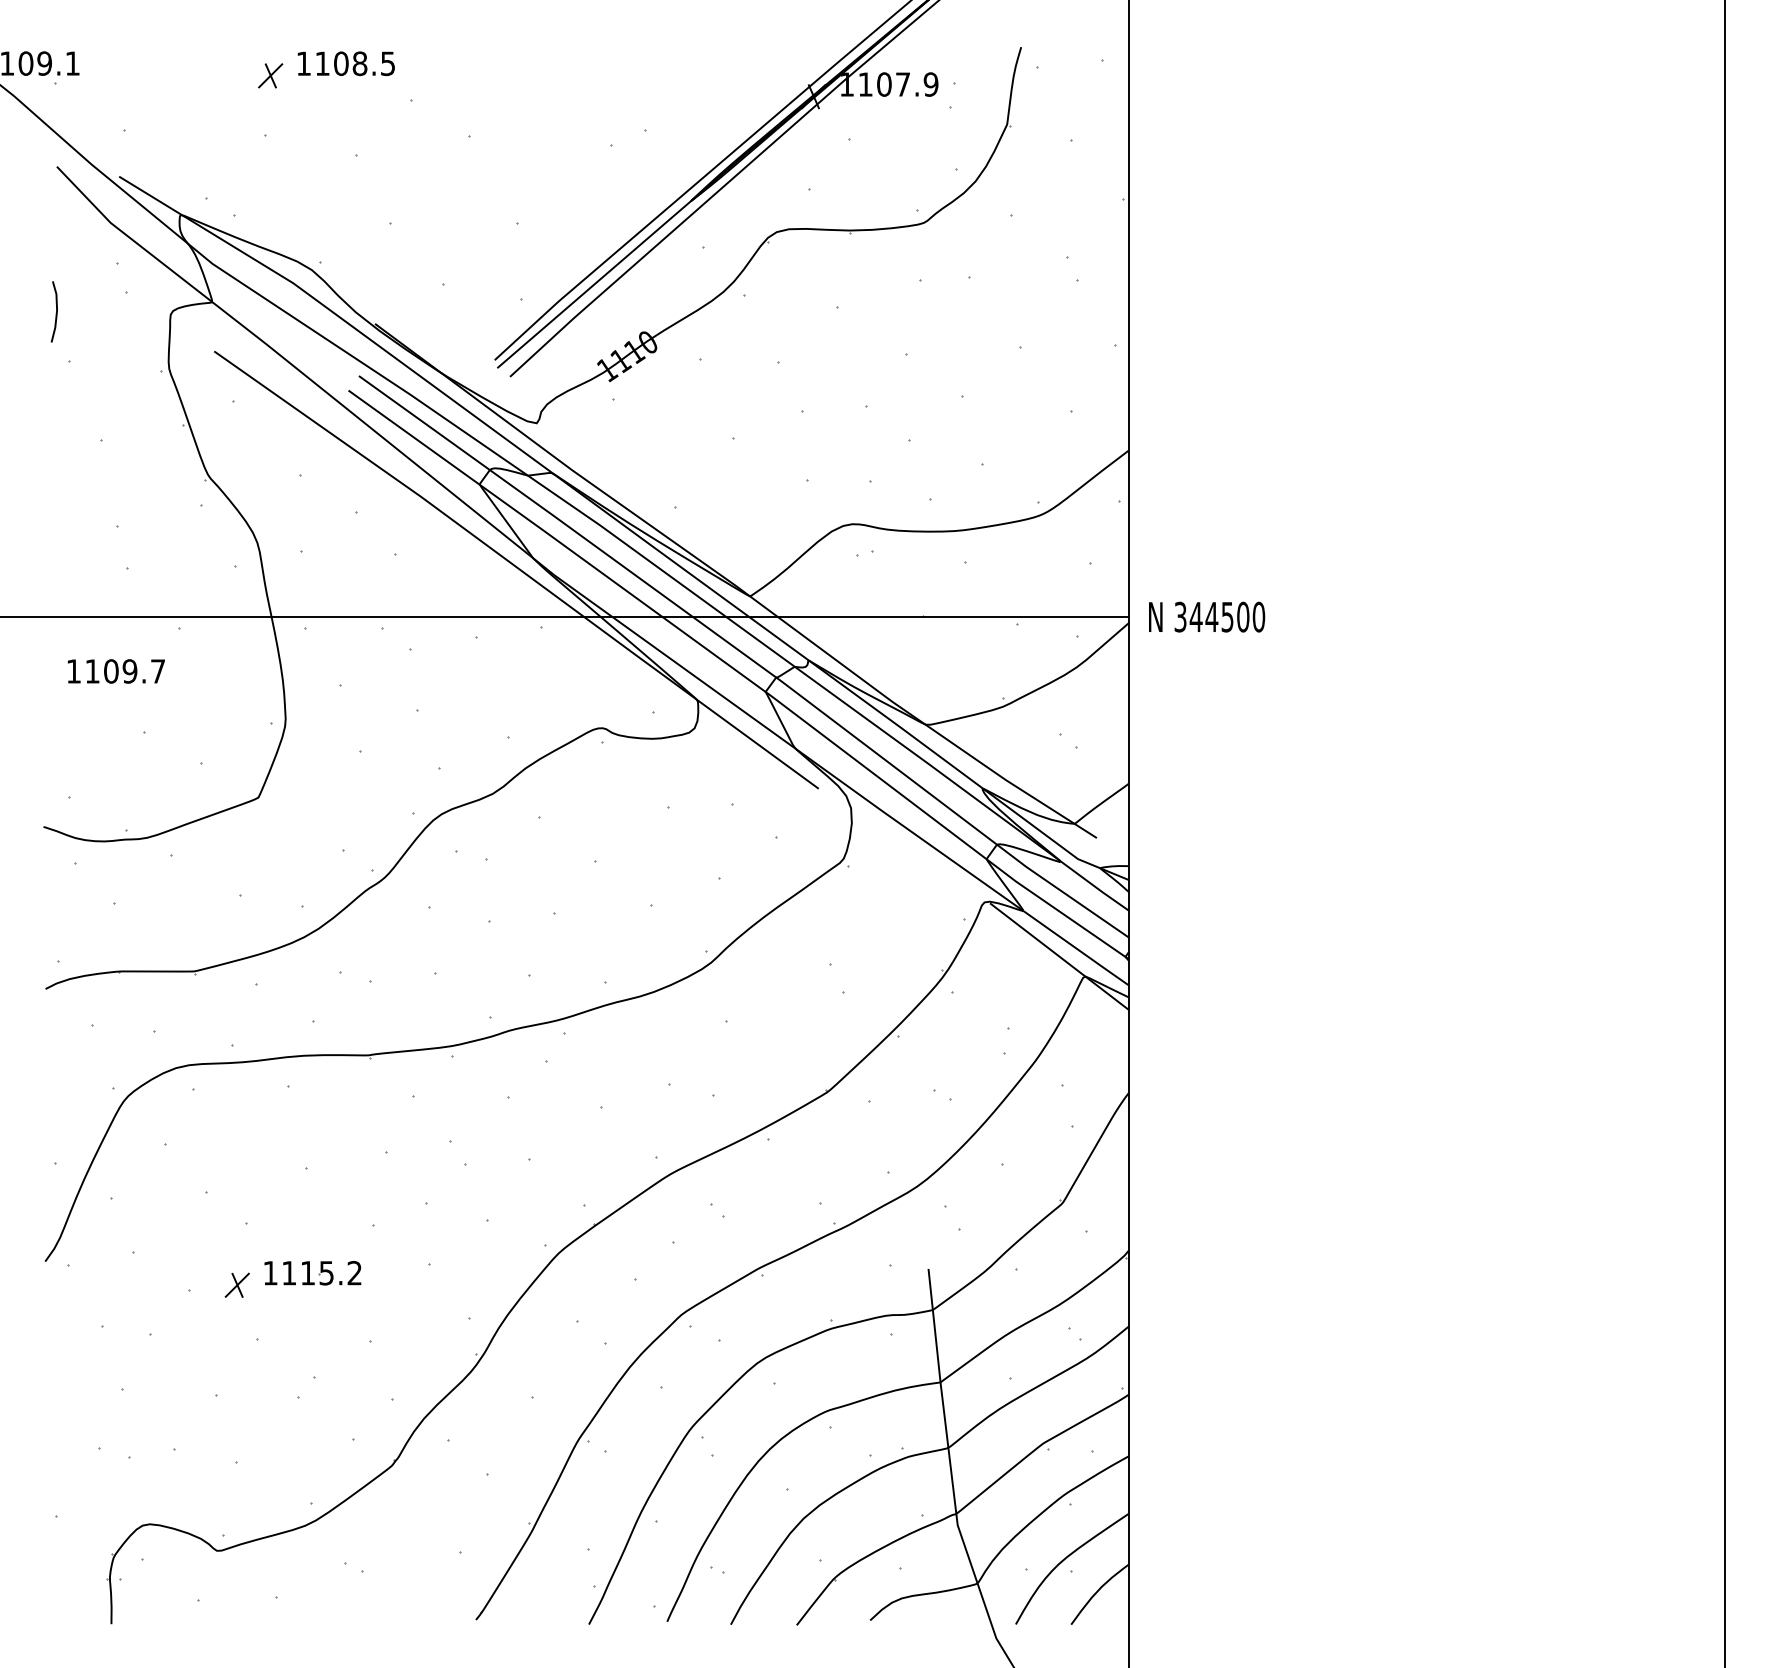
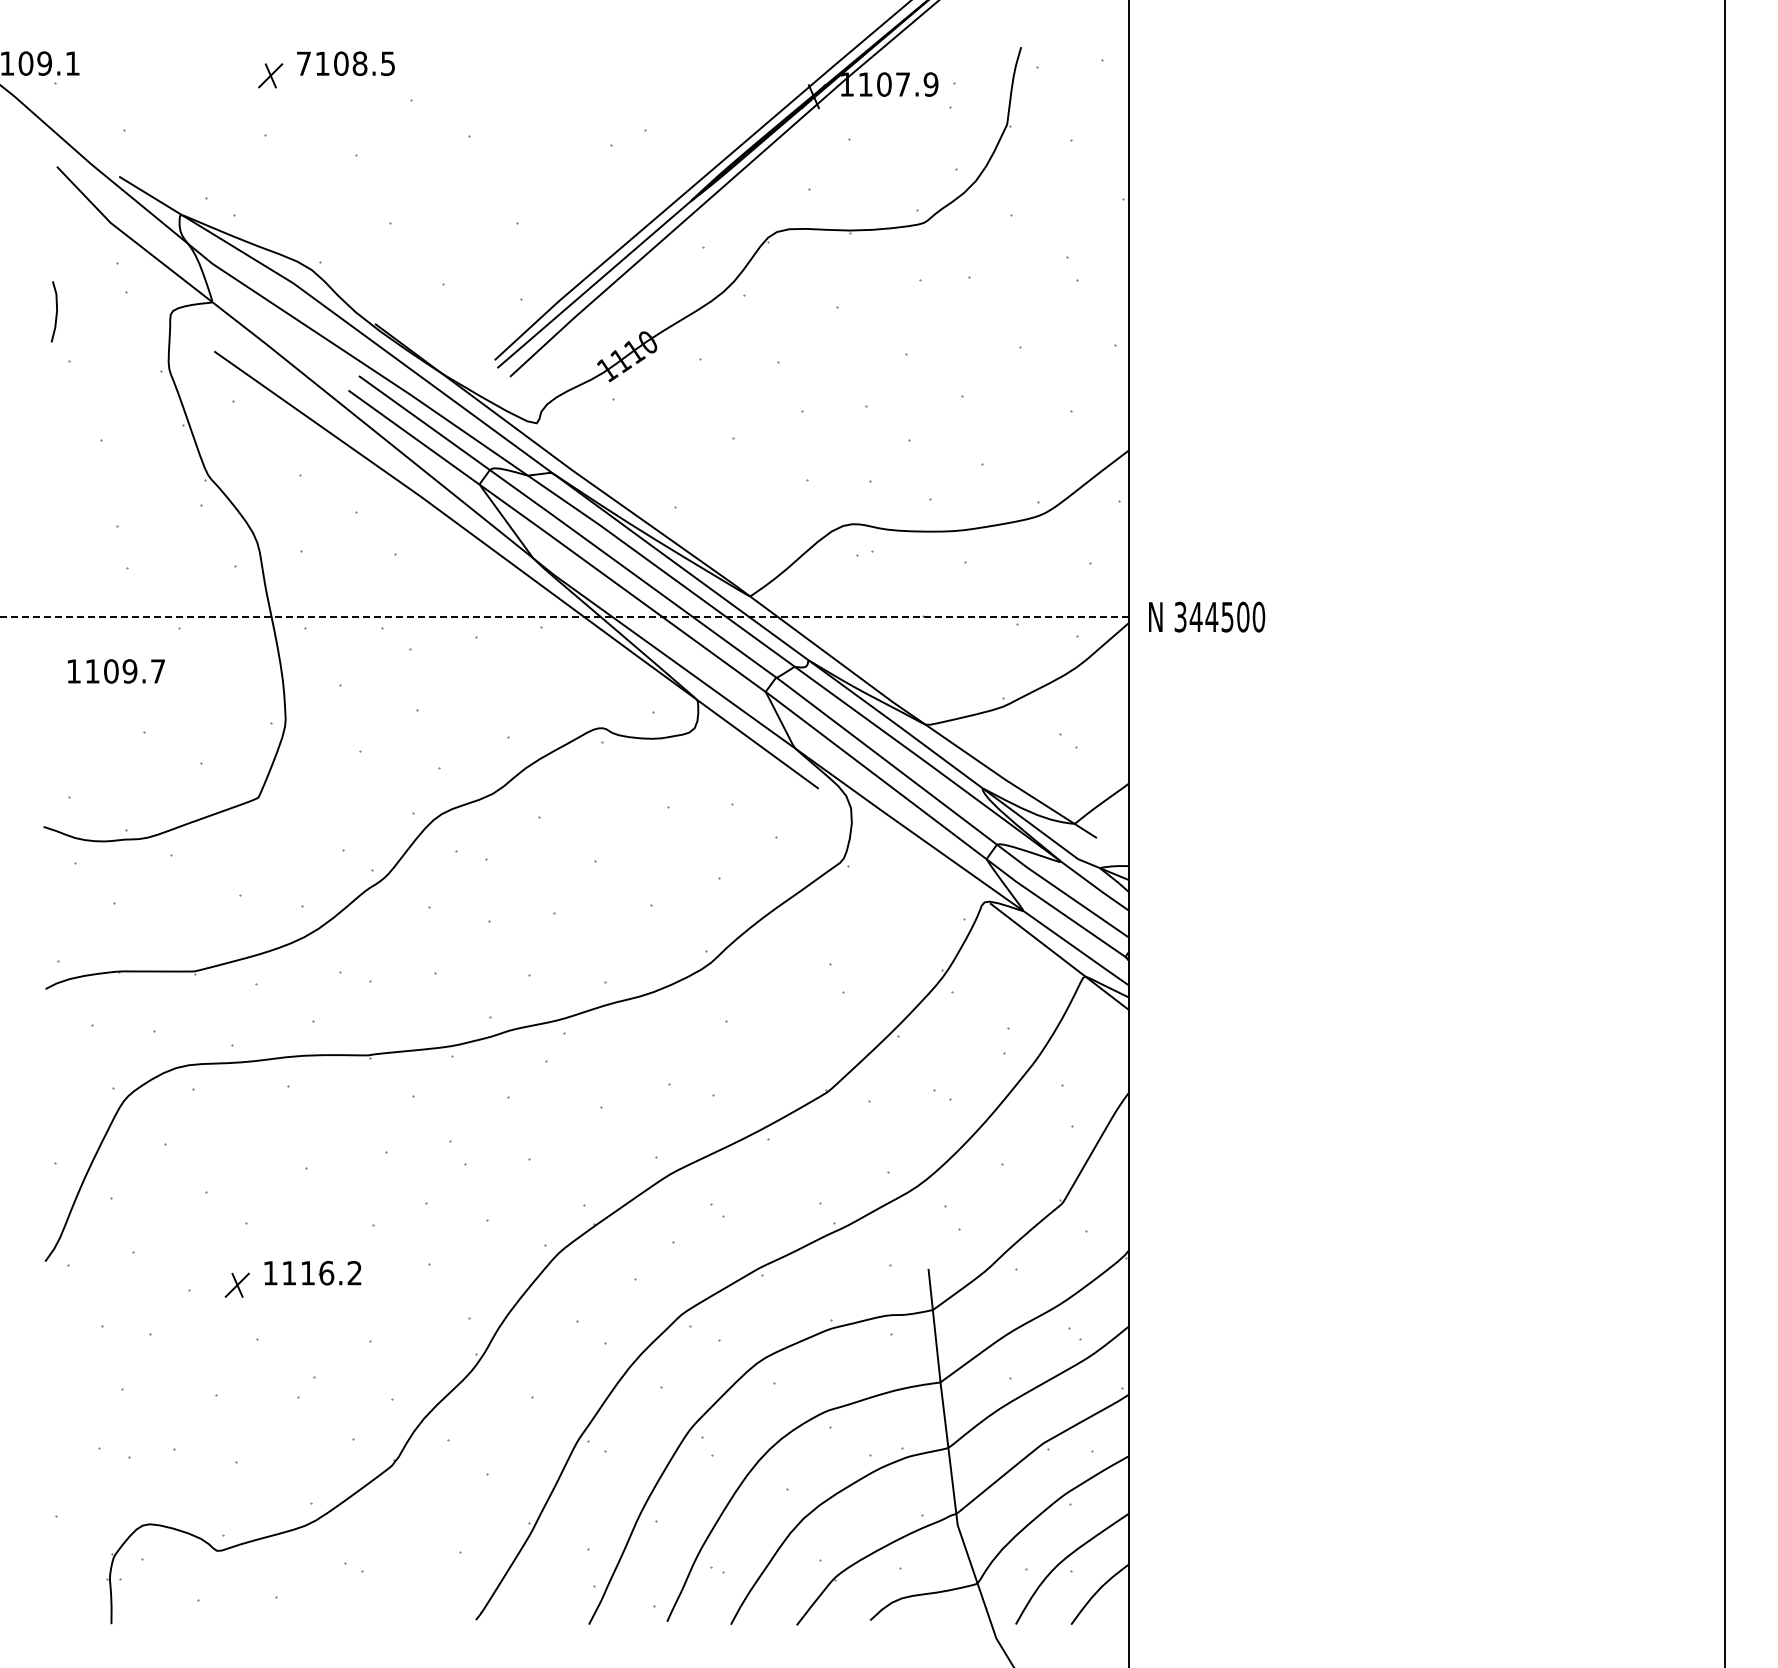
text at (303, 63): 1108.5 -> 7108.5
line at (564, 617): solid -> dashed
text at (326, 1272): 1115.2 -> 1116.2
